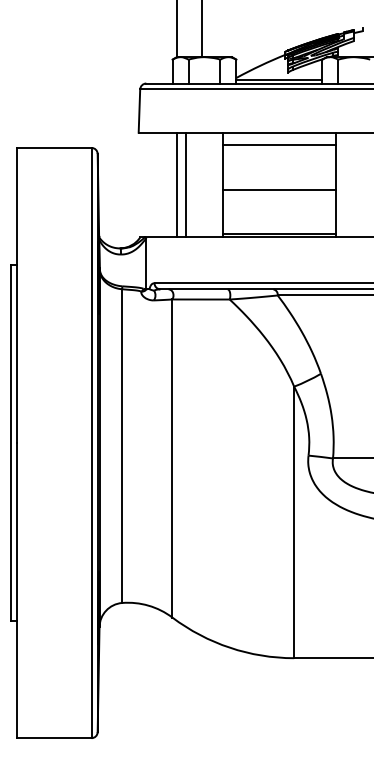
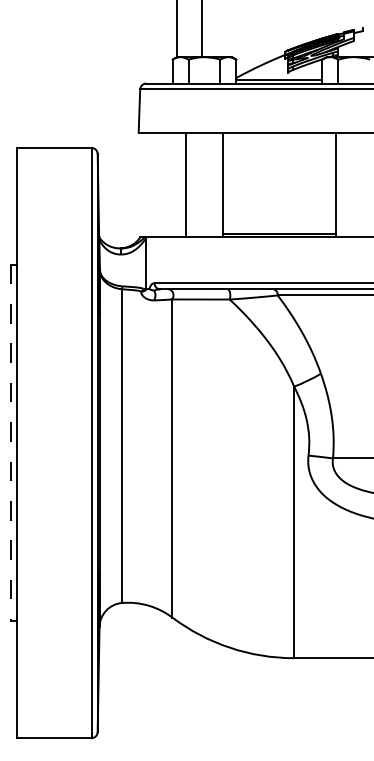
line at (278, 144): present -> none
line at (177, 184): present -> none
line at (278, 189): present -> none
line at (11, 443): solid -> dashed
